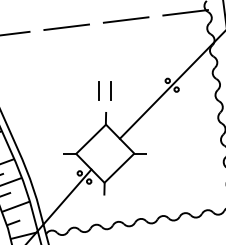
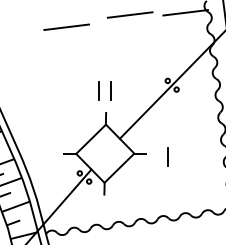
line at (126, 19) position: (126, 19) -> (130, 14)
line at (15, 33): present -> none
line at (167, 156): none -> present
